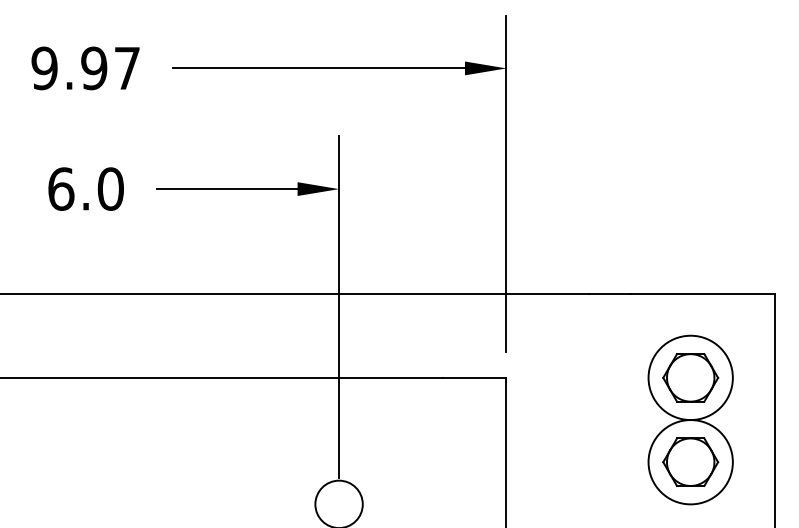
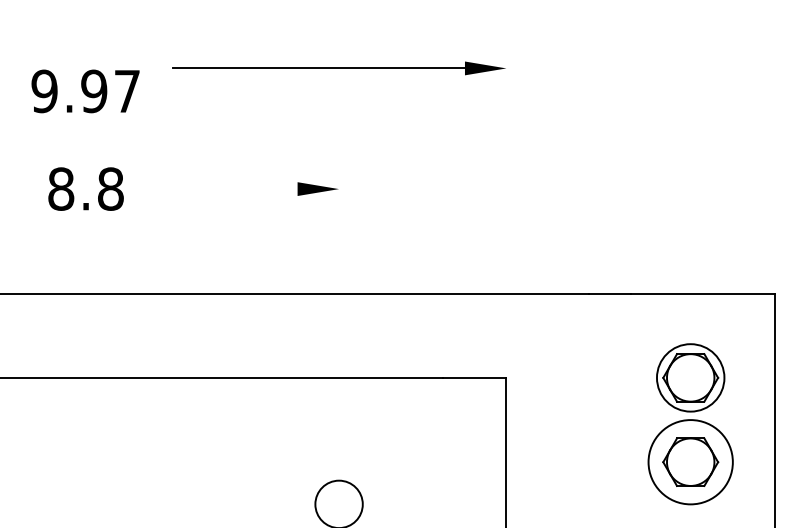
text at (85, 68) position: (85, 68) -> (85, 91)
line at (506, 183): present -> none
text at (85, 188): 6.0 -> 8.8
line at (227, 189): present -> none
line at (339, 307): present -> none
circle at (690, 377) diameter: 84 px -> 67 px
